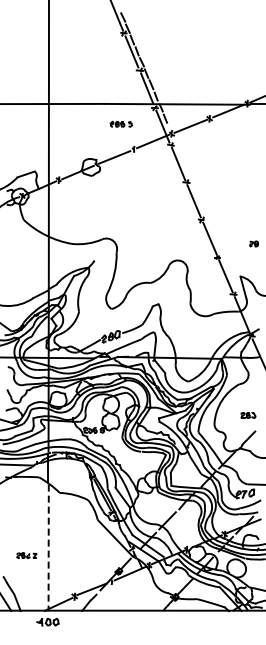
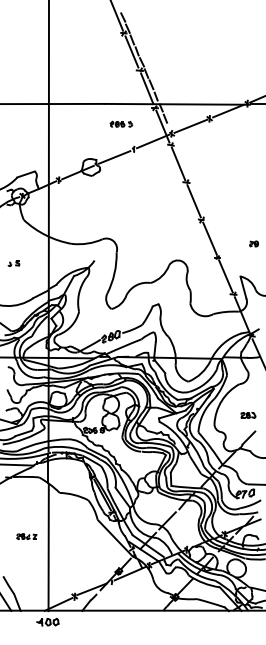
part at (13, 263): none -> present
line at (48, 548): dashed -> solid
part at (26, 555) position: (26, 555) -> (26, 536)
